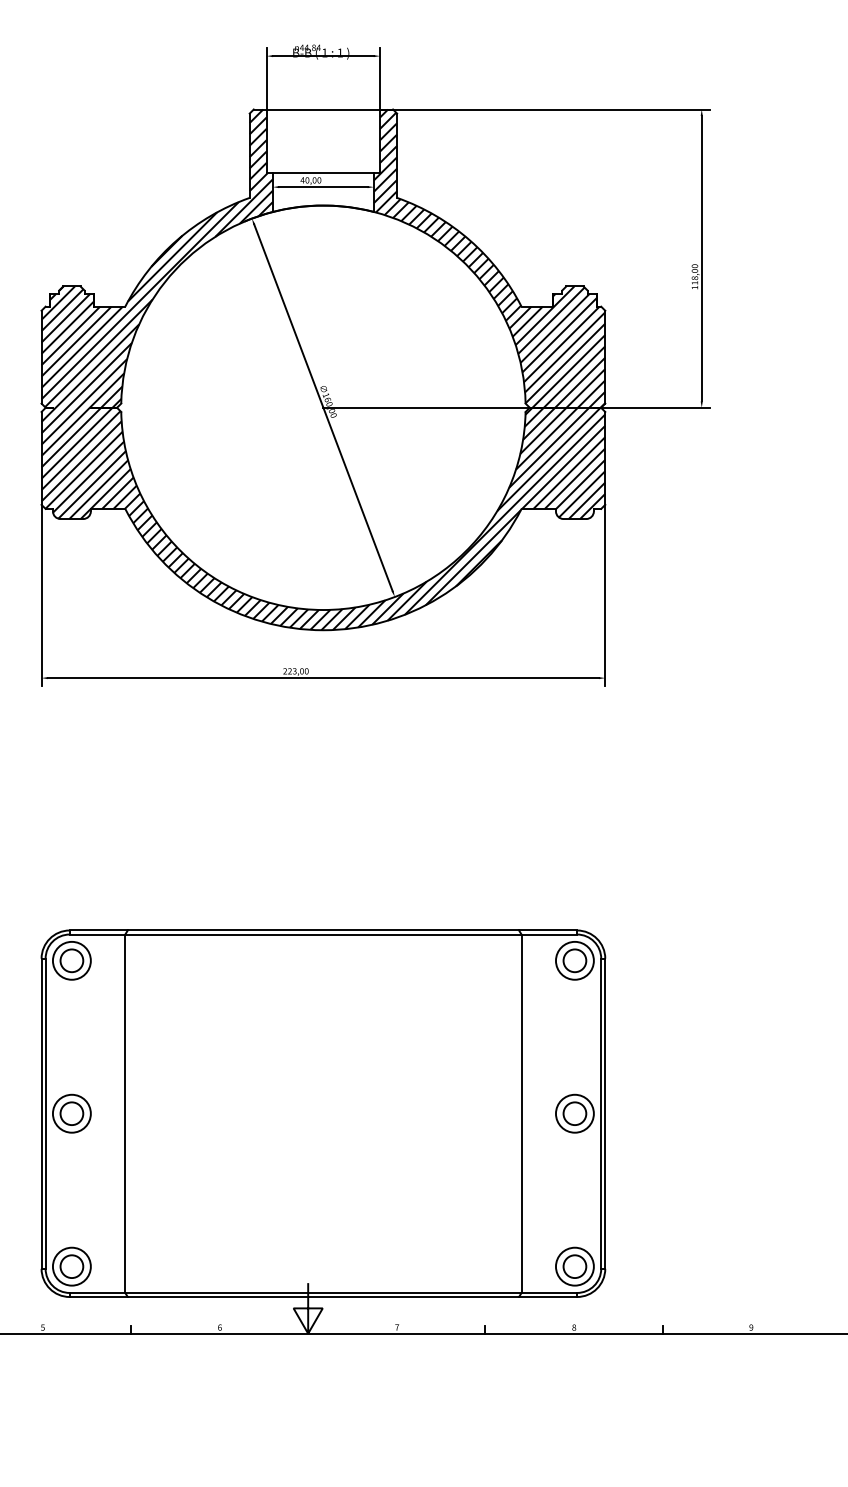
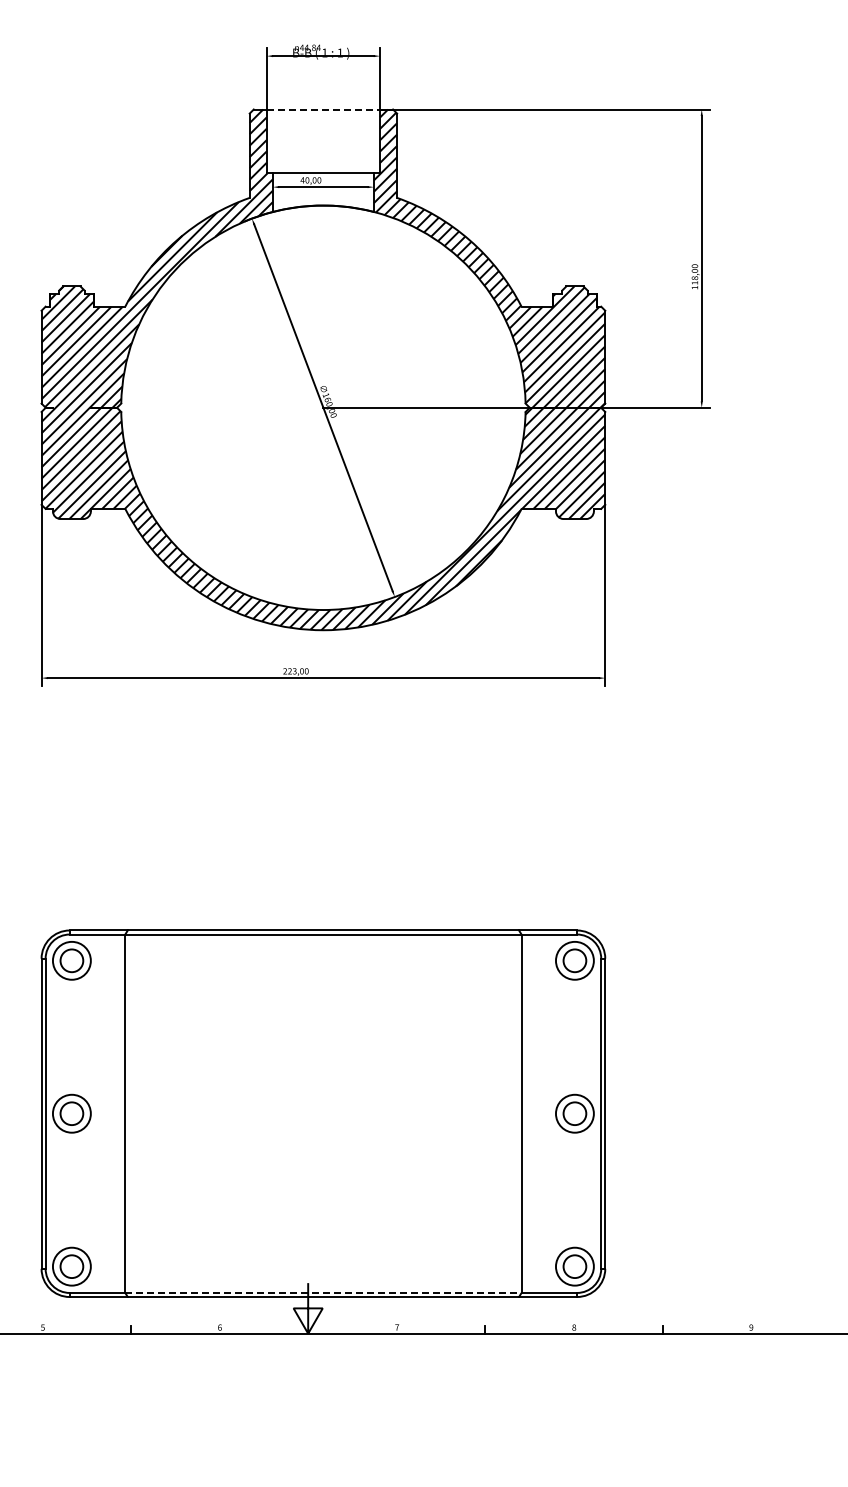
line at (323, 109): solid -> dashed
line at (323, 1292): solid -> dashed
